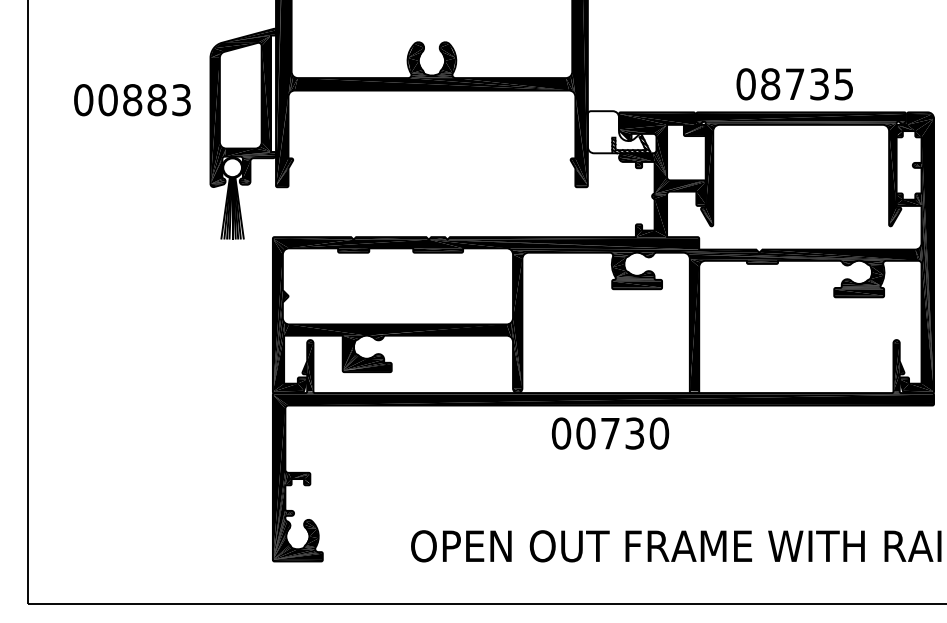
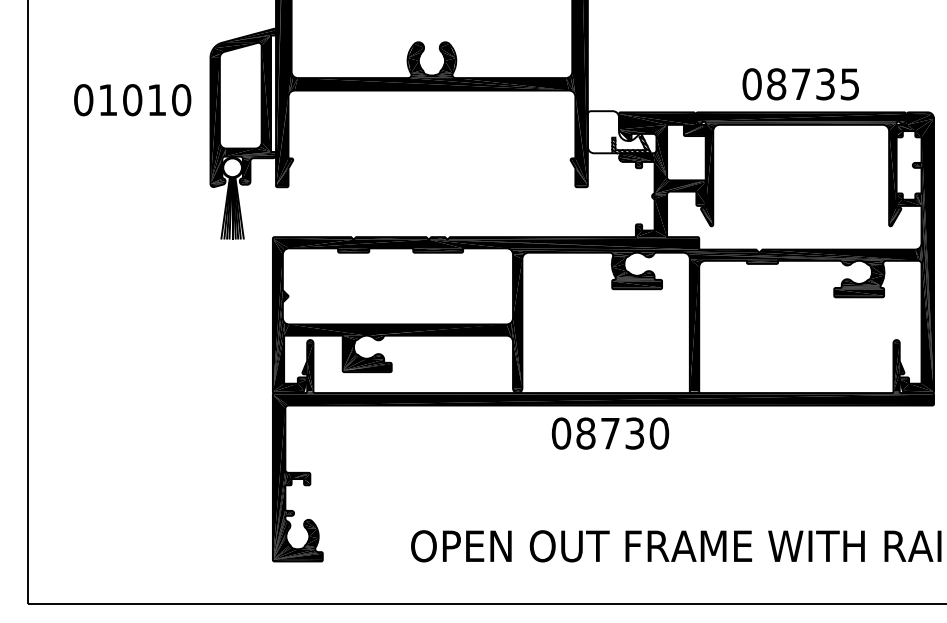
text at (794, 84) position: (794, 84) -> (800, 84)
text at (144, 100): 00883 -> 01010
text at (585, 433): 00730 -> 08730
